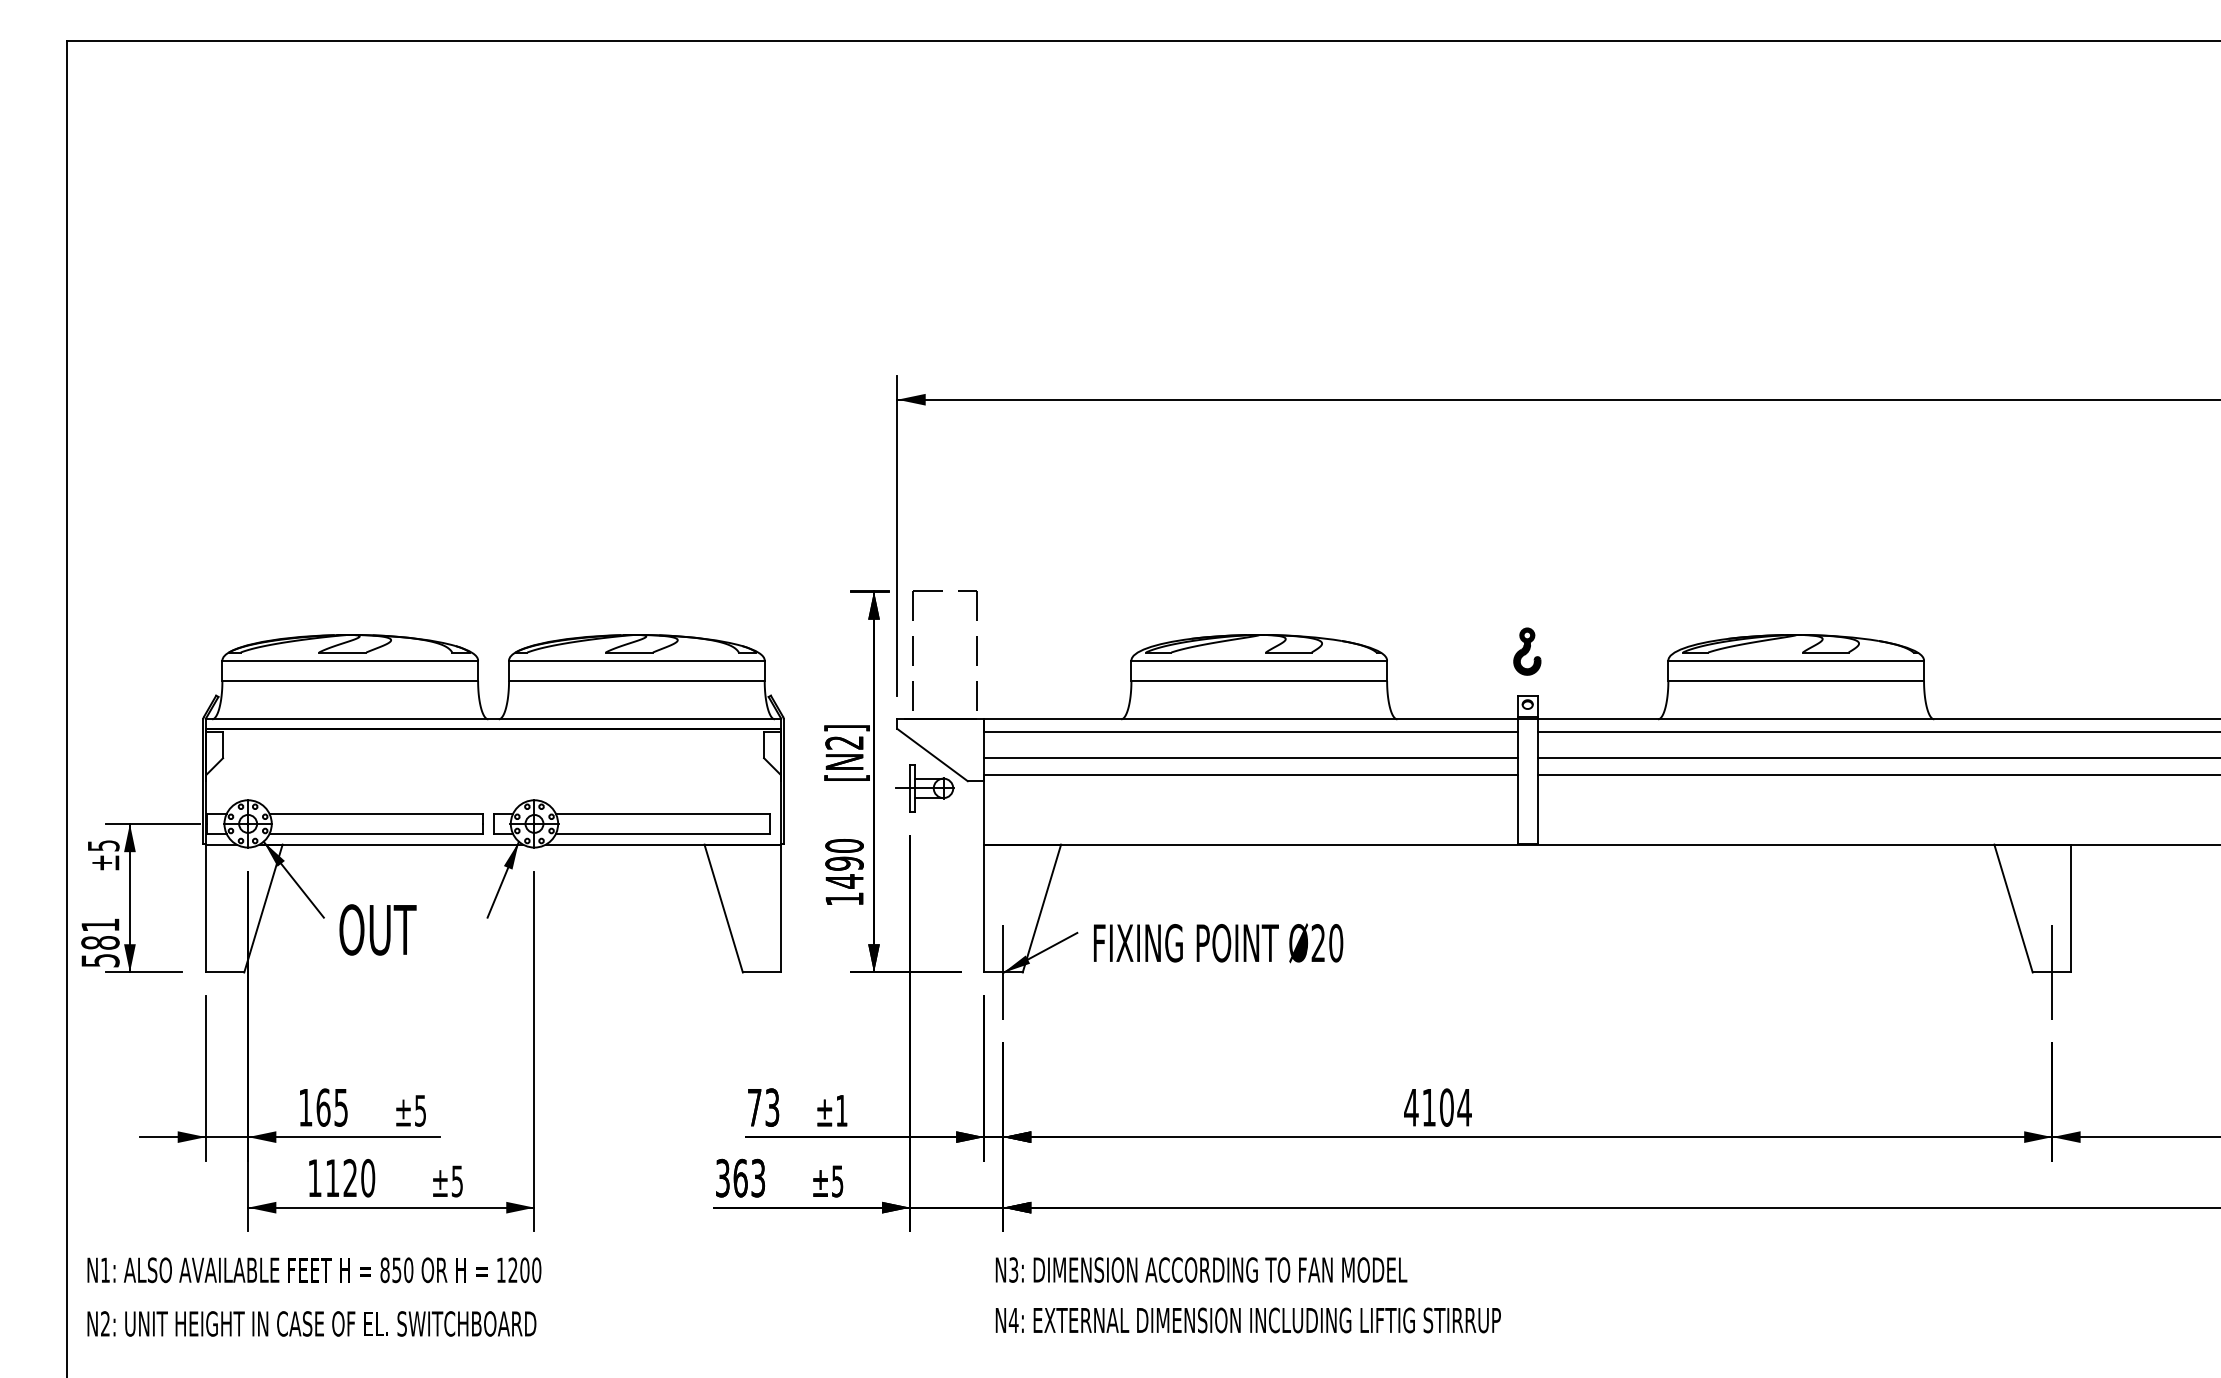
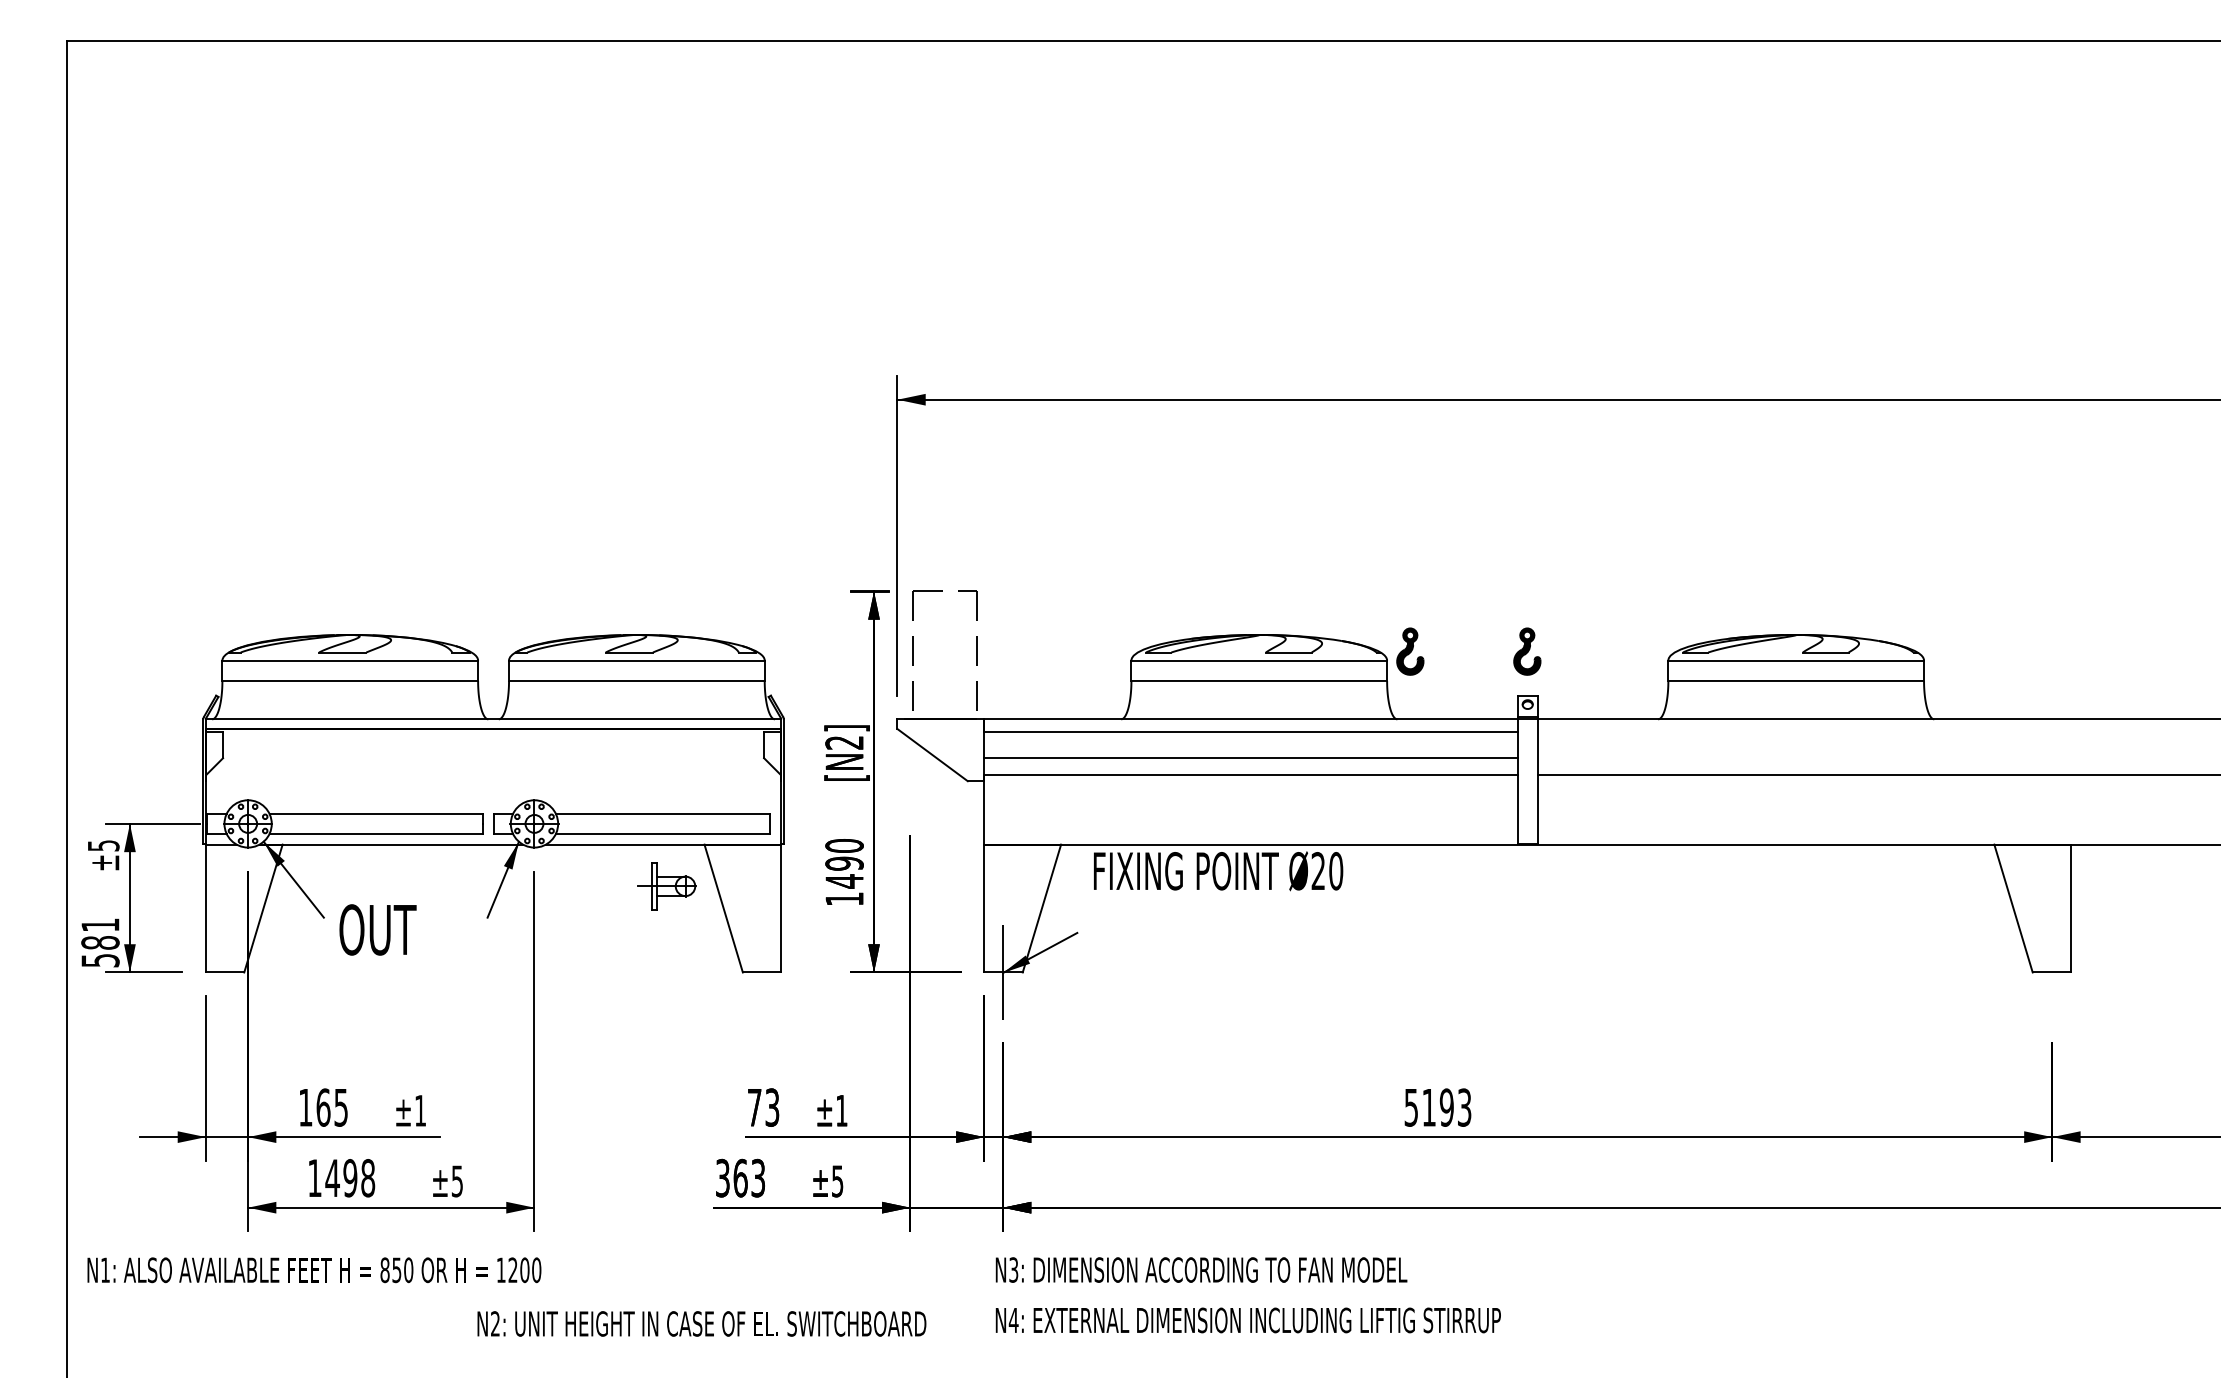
part at (1410, 651): none -> present
line at (1877, 732): present -> none
line at (1877, 758): present -> none
part at (924, 788) position: (924, 788) -> (666, 886)
text at (1218, 943) position: (1218, 943) -> (1218, 871)
line at (2052, 971): present -> none
text at (1437, 1107): 4104 -> 5193
text at (420, 1110): ±5 -> ±1
text at (350, 1178): 1120 -> 1498
text at (311, 1323) position: (311, 1323) -> (701, 1323)
